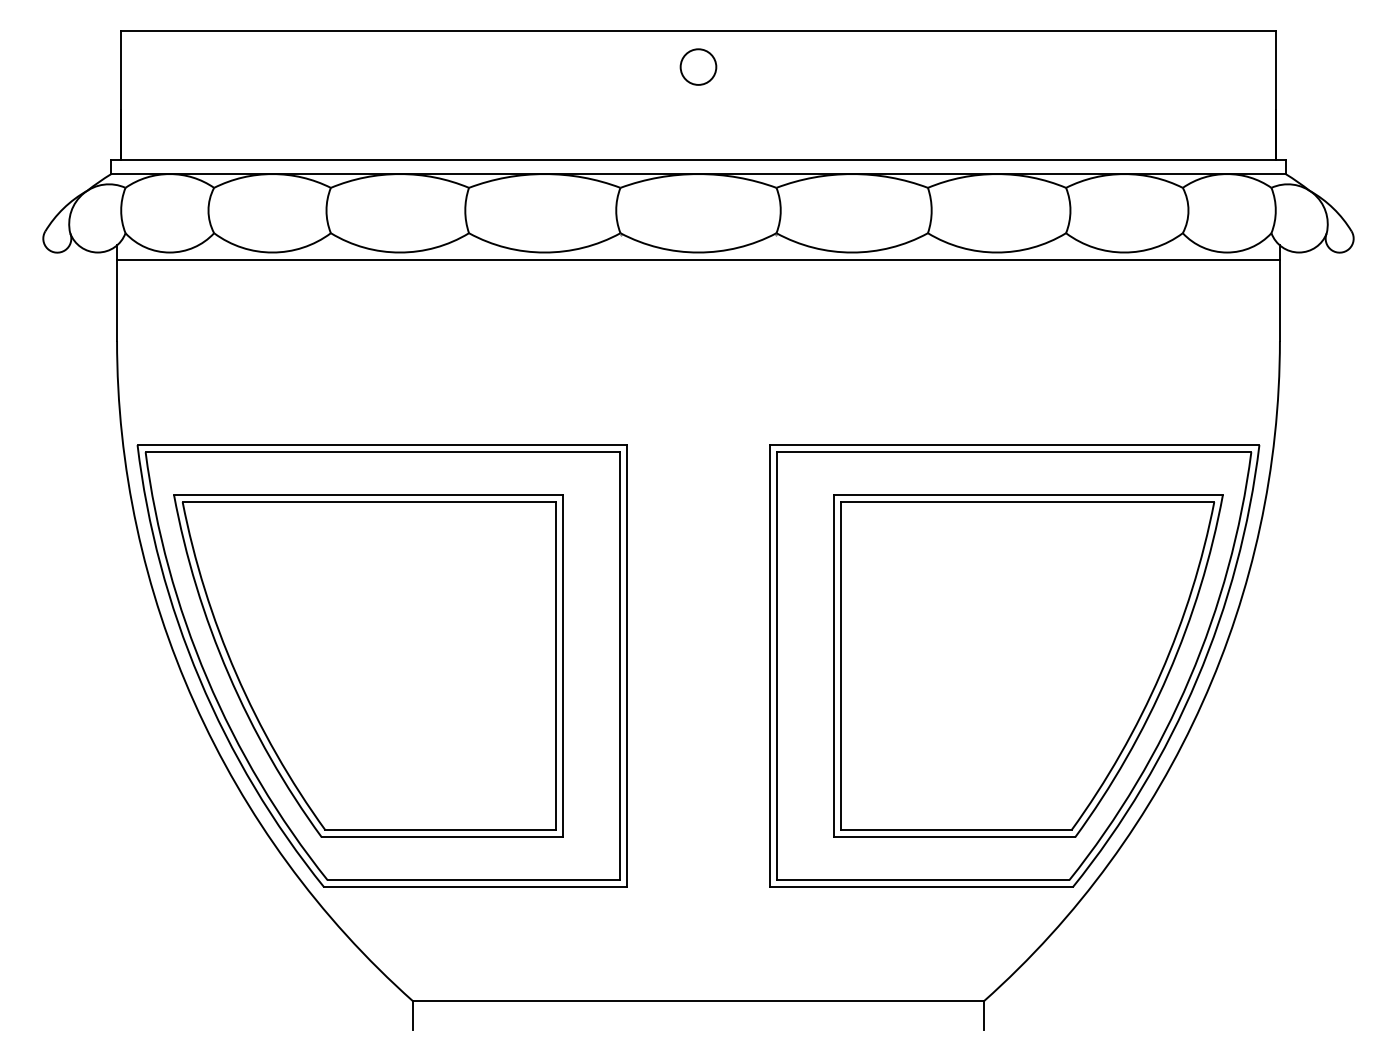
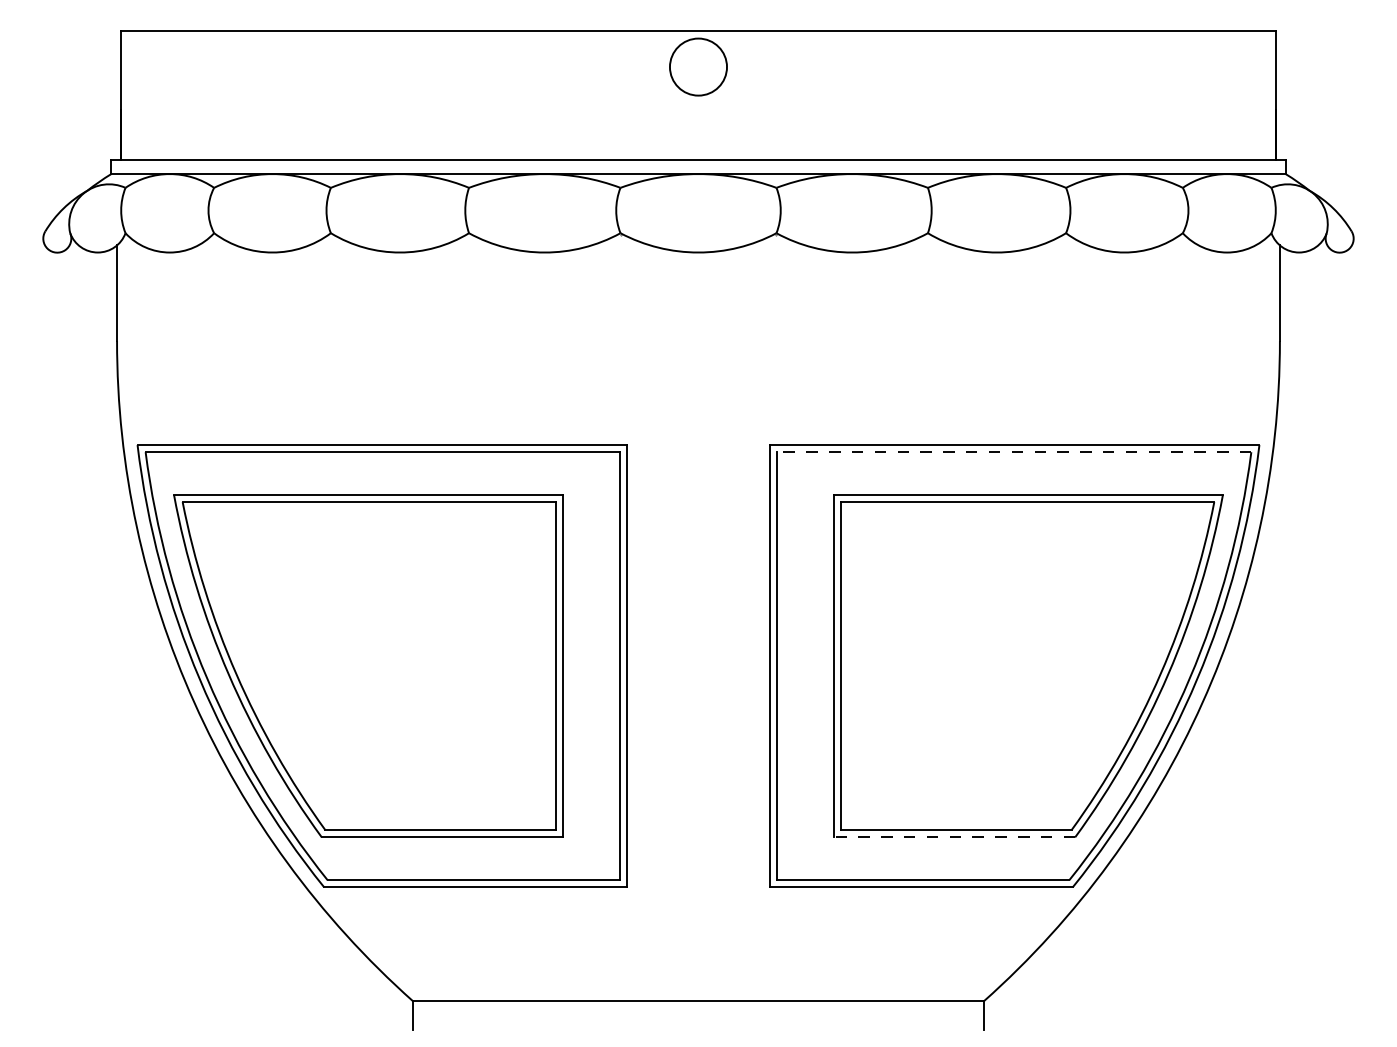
circle at (698, 66) diameter: 36 px -> 57 px
line at (698, 259): present -> none
line at (1013, 452): solid -> dashed
line at (954, 837): solid -> dashed
